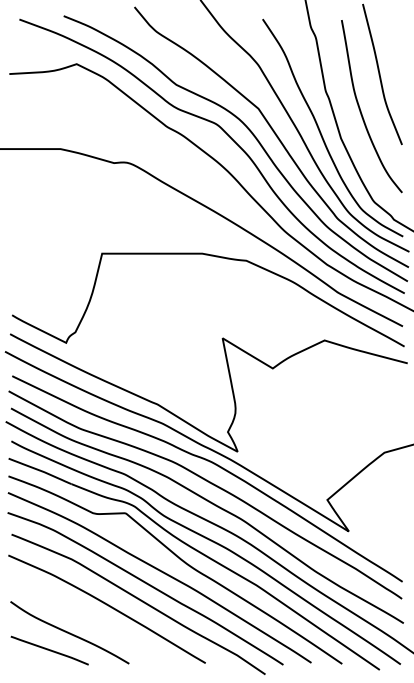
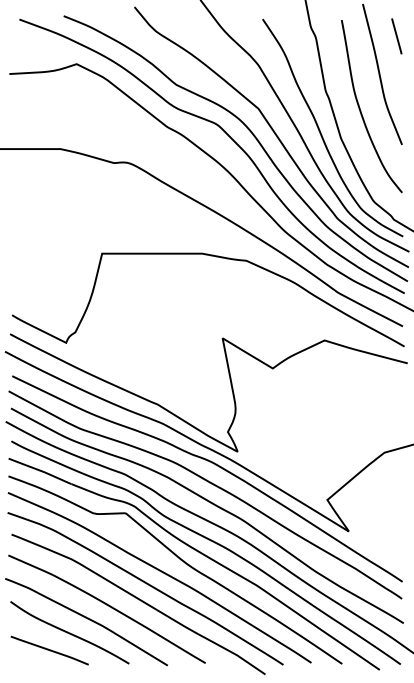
line at (396, 36): none -> present
curve at (87, 619): none -> present
